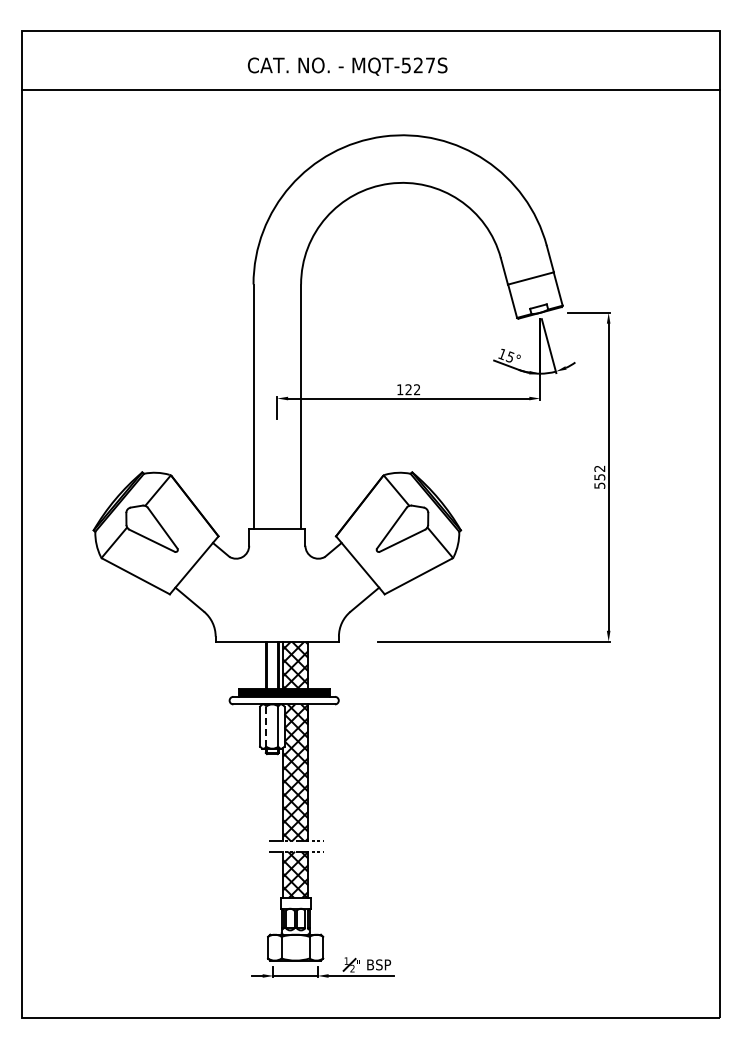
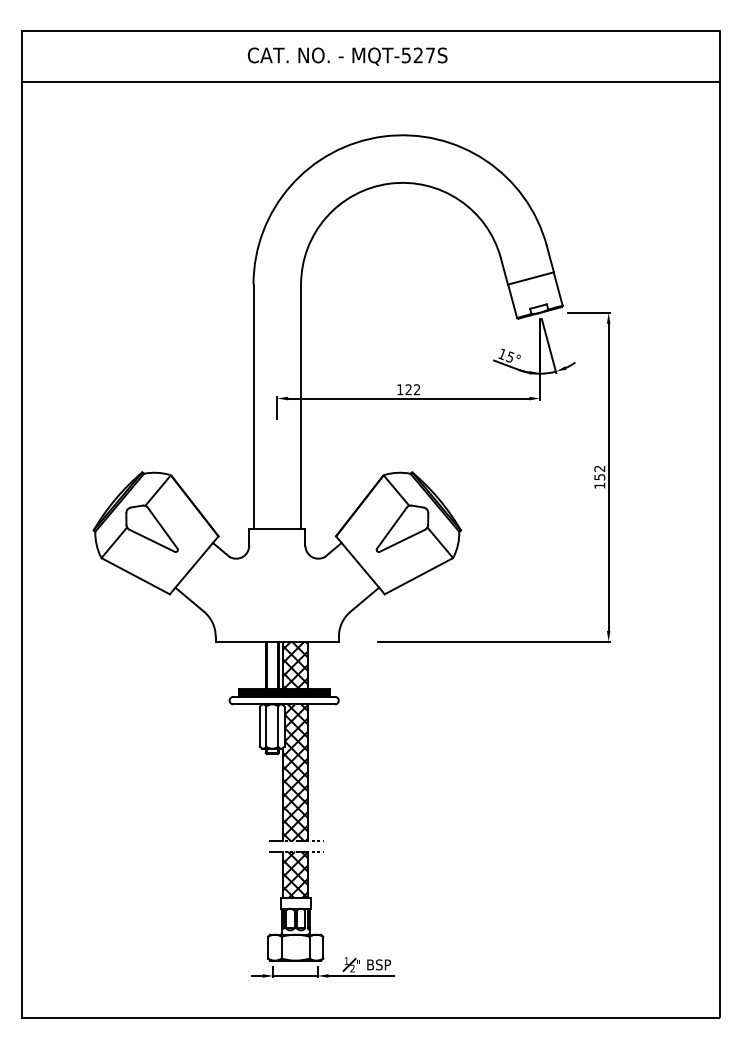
text at (347, 66) position: (347, 66) -> (347, 56)
line at (370, 89) position: (370, 89) -> (370, 81)
text at (599, 485): 552 -> 152
line at (266, 727): dashed -> solid
